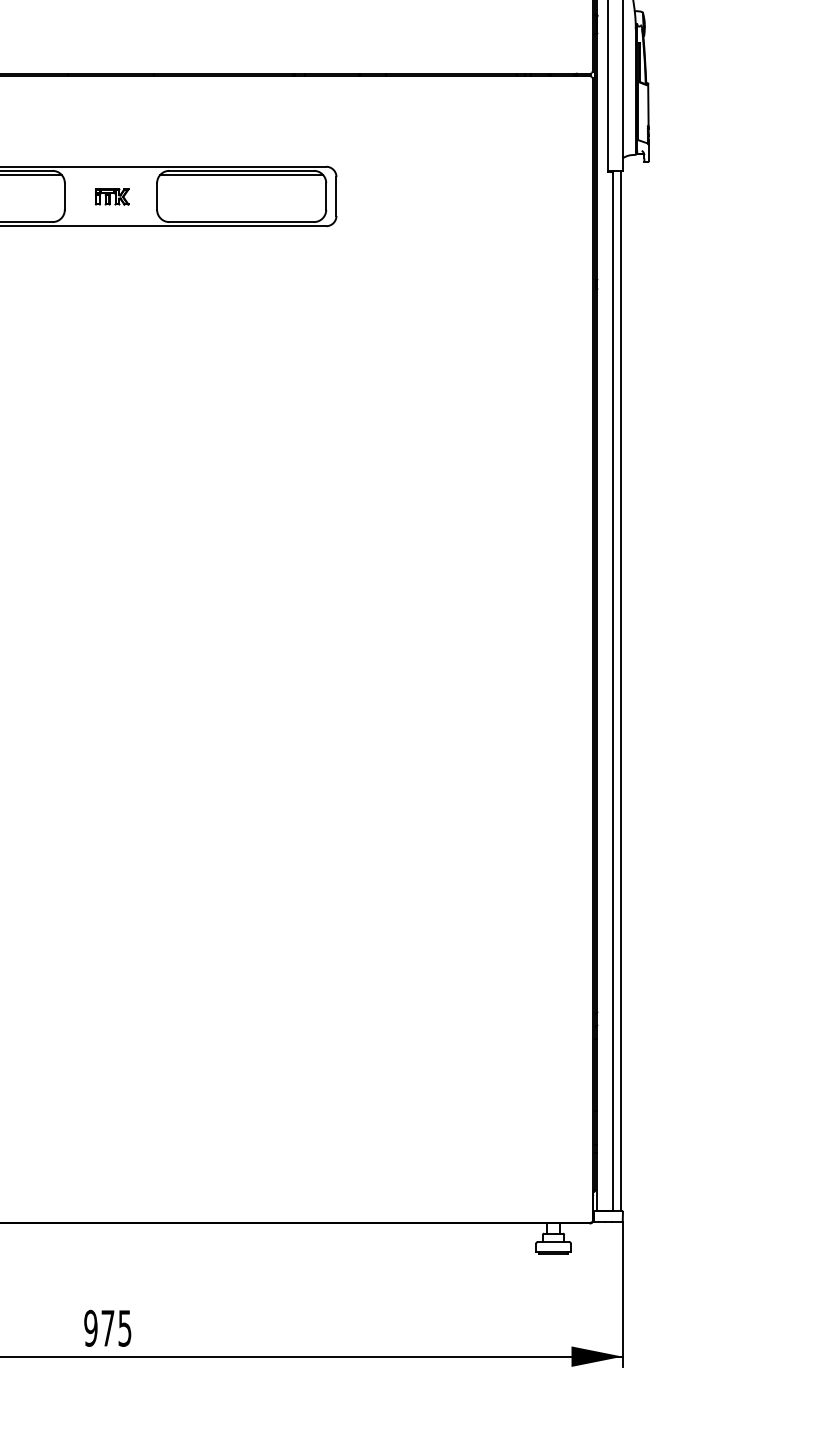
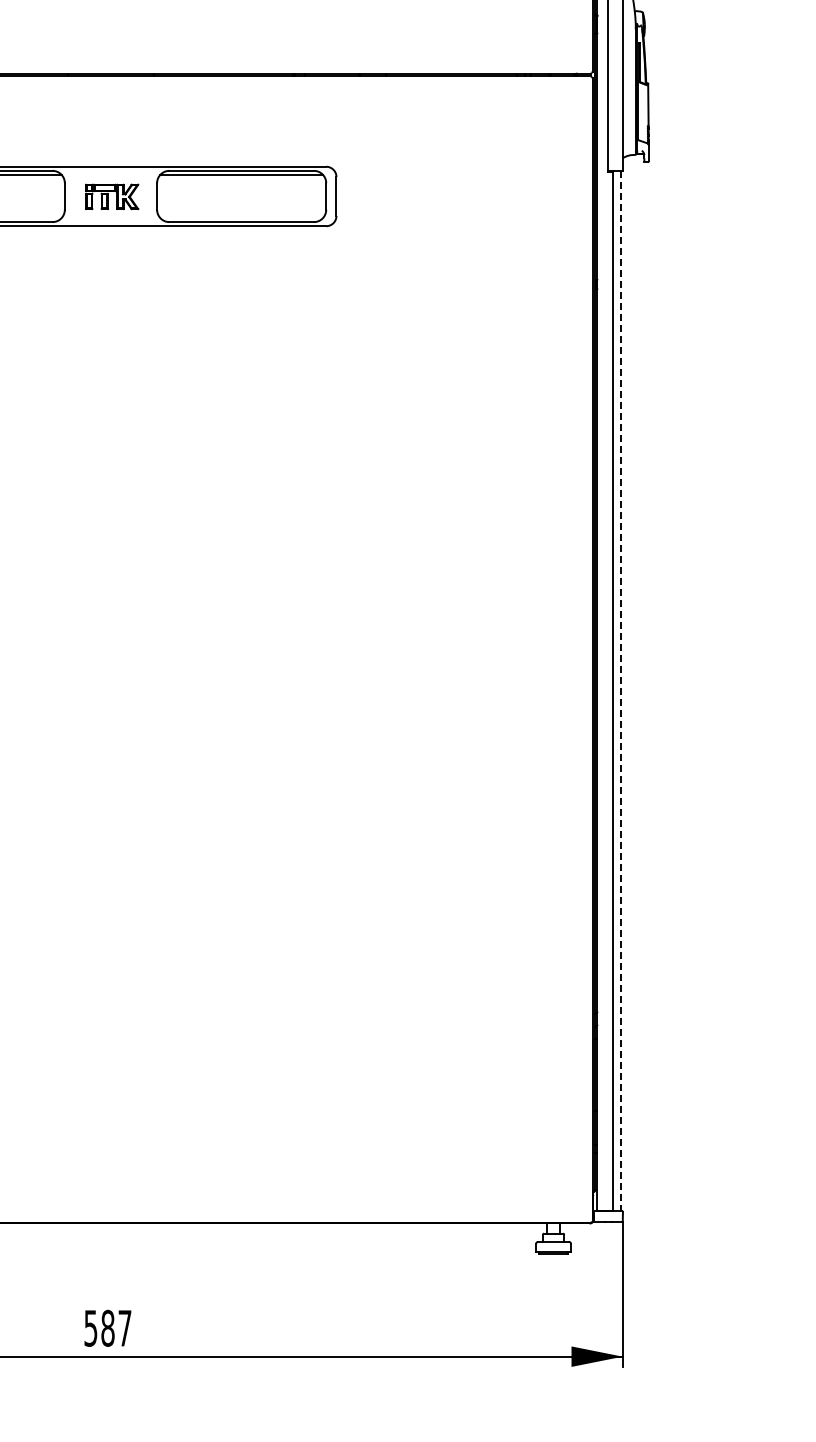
part at (112, 196) size: 35x18 px -> 55x28 px
line at (620, 691): solid -> dashed
text at (107, 1327): 975 -> 587
